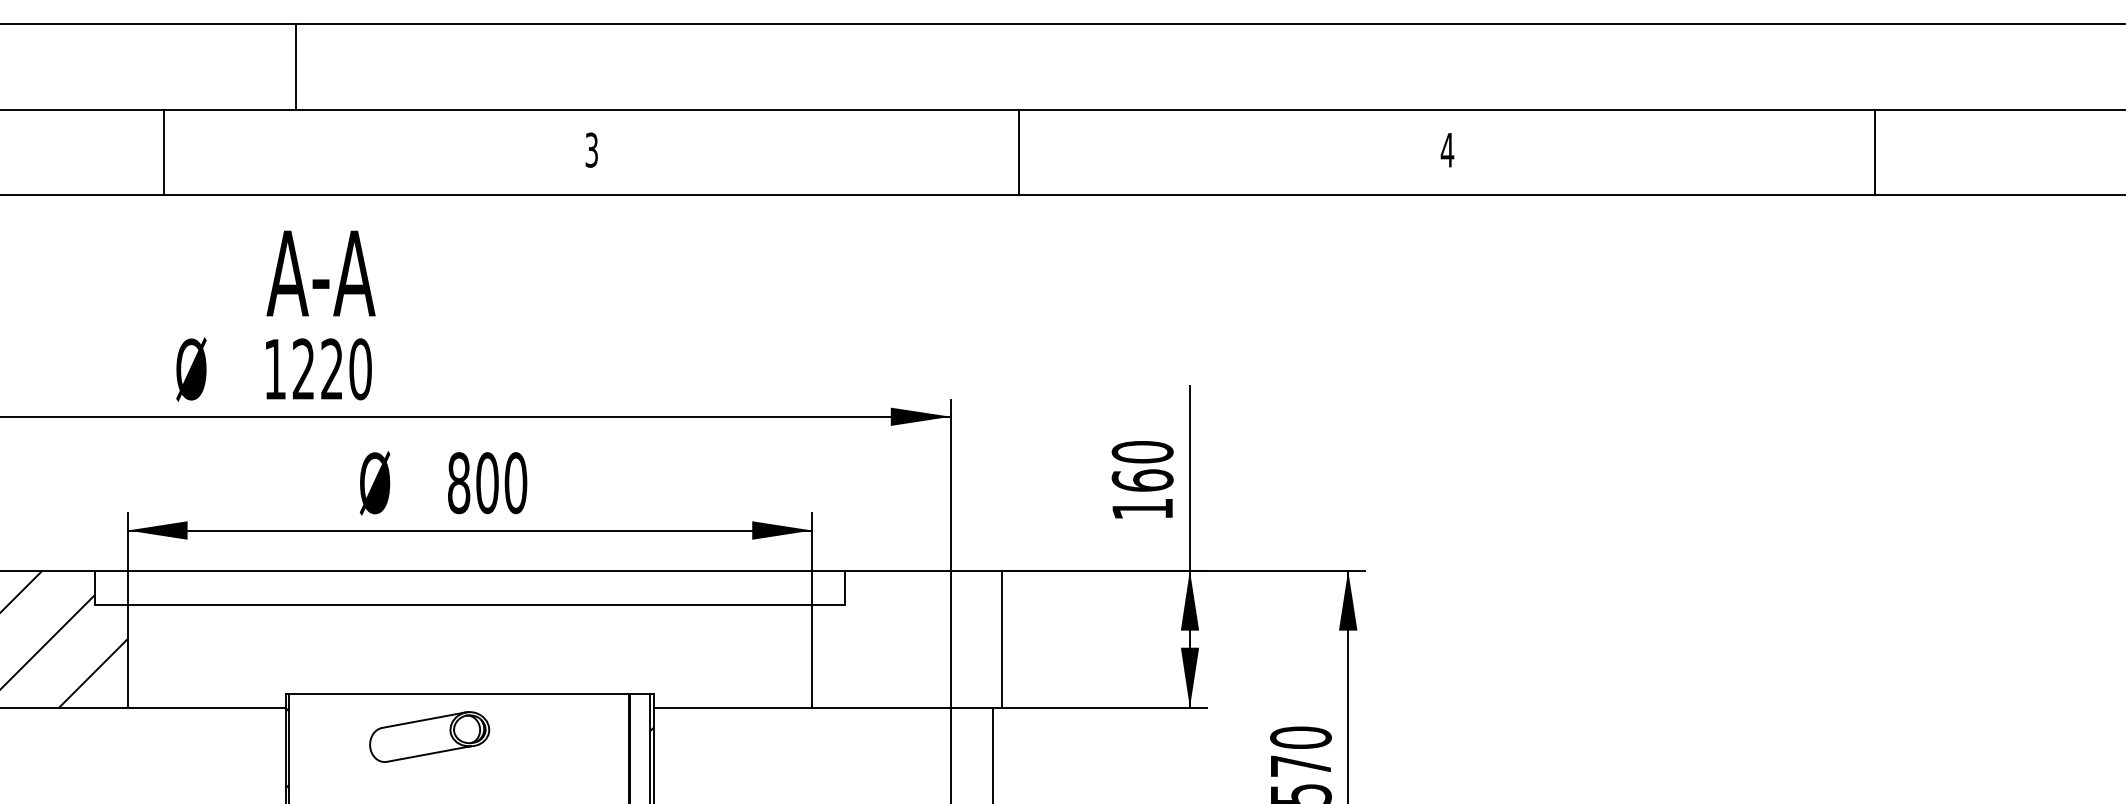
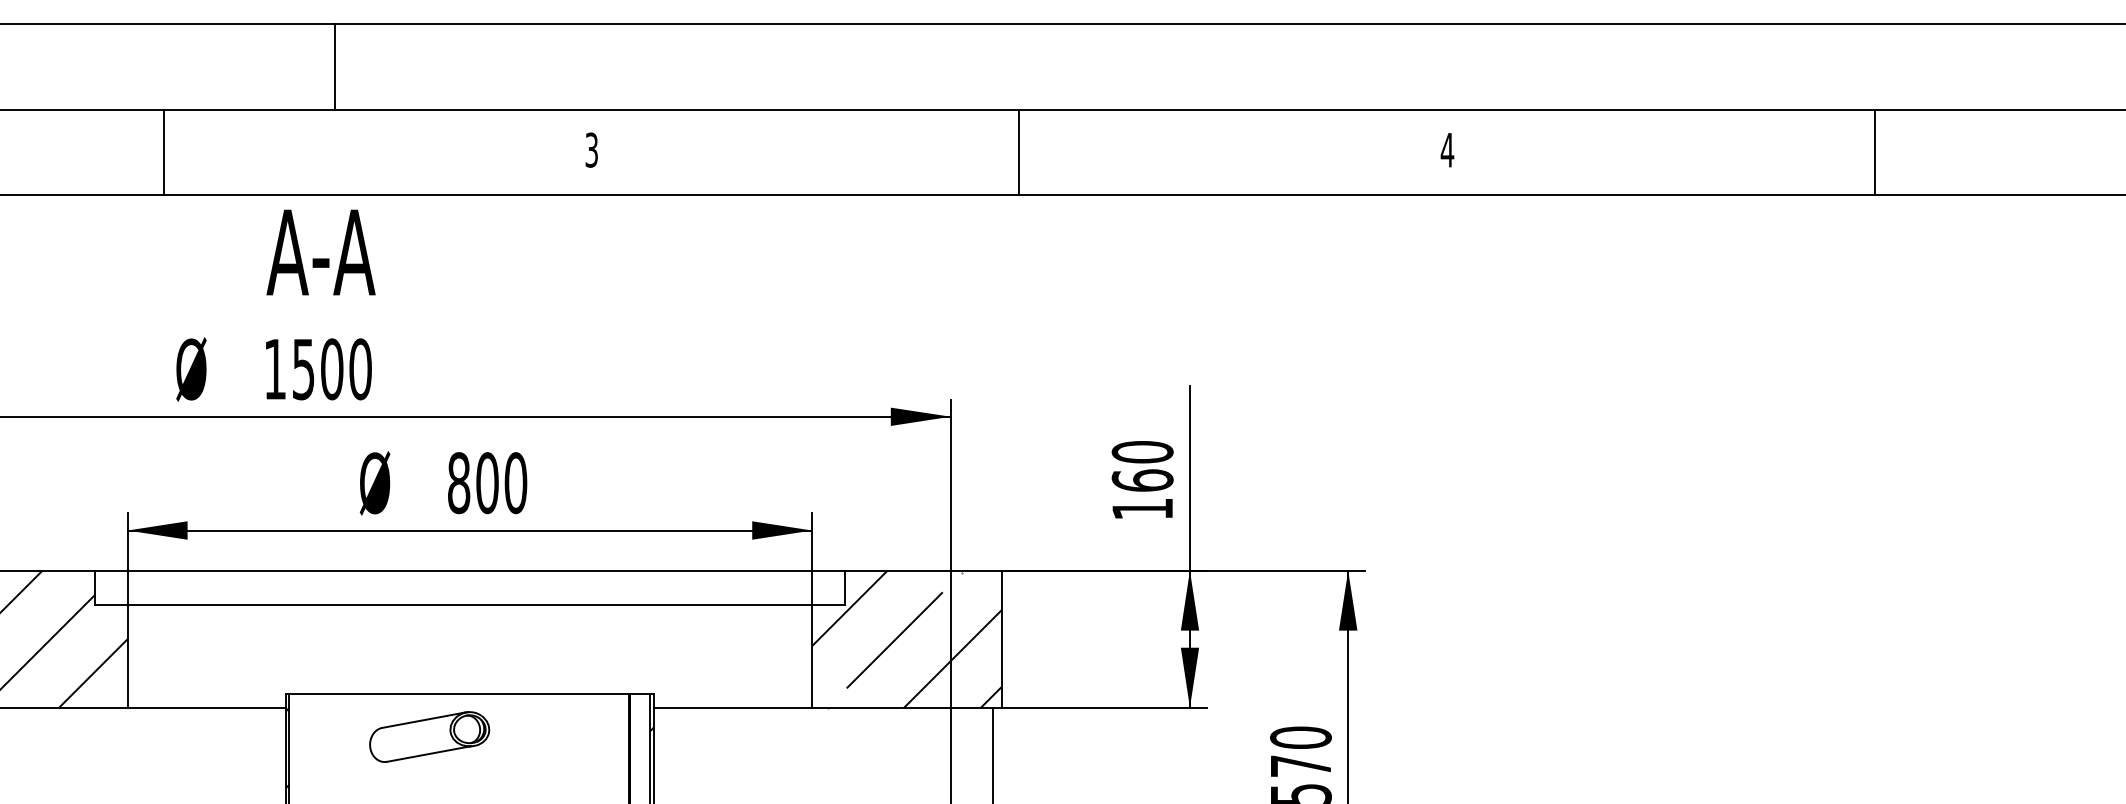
line at (295, 66) position: (295, 66) -> (334, 66)
text at (320, 273) position: (320, 273) -> (320, 252)
text at (317, 369): 1220 -> 1500
hatch at (906, 638): none -> present
